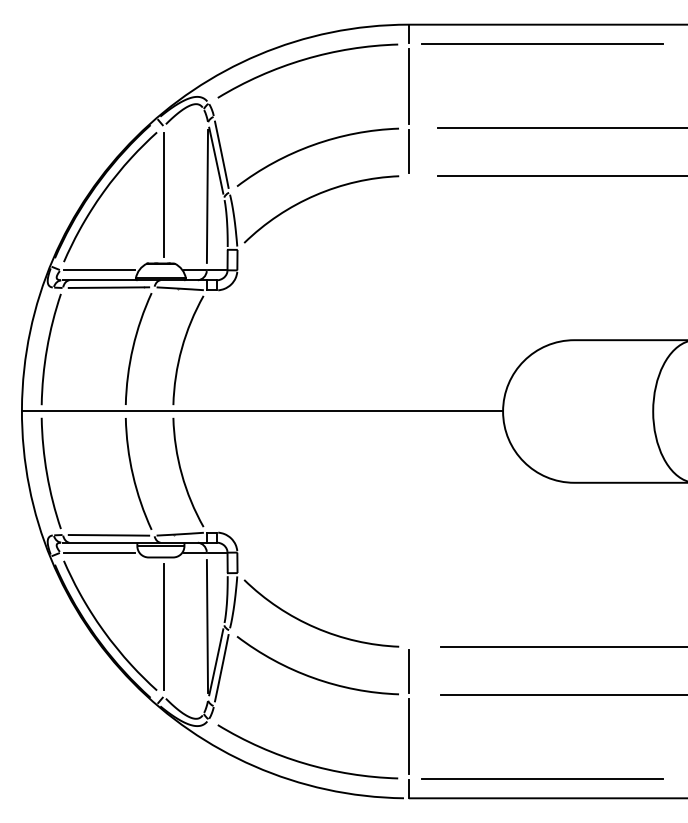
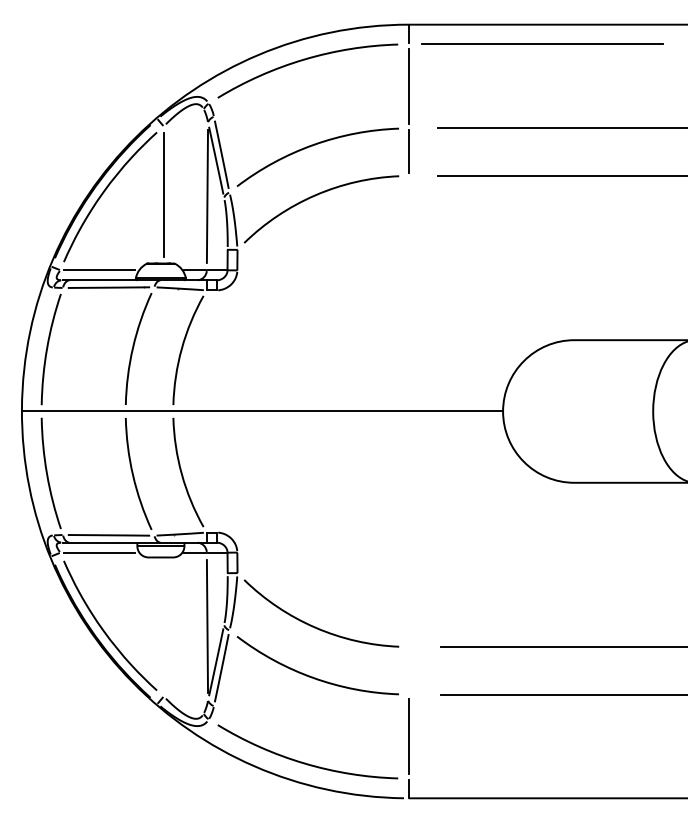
line at (163, 626): present -> none
line at (408, 670): present -> none
line at (542, 778): present -> none
